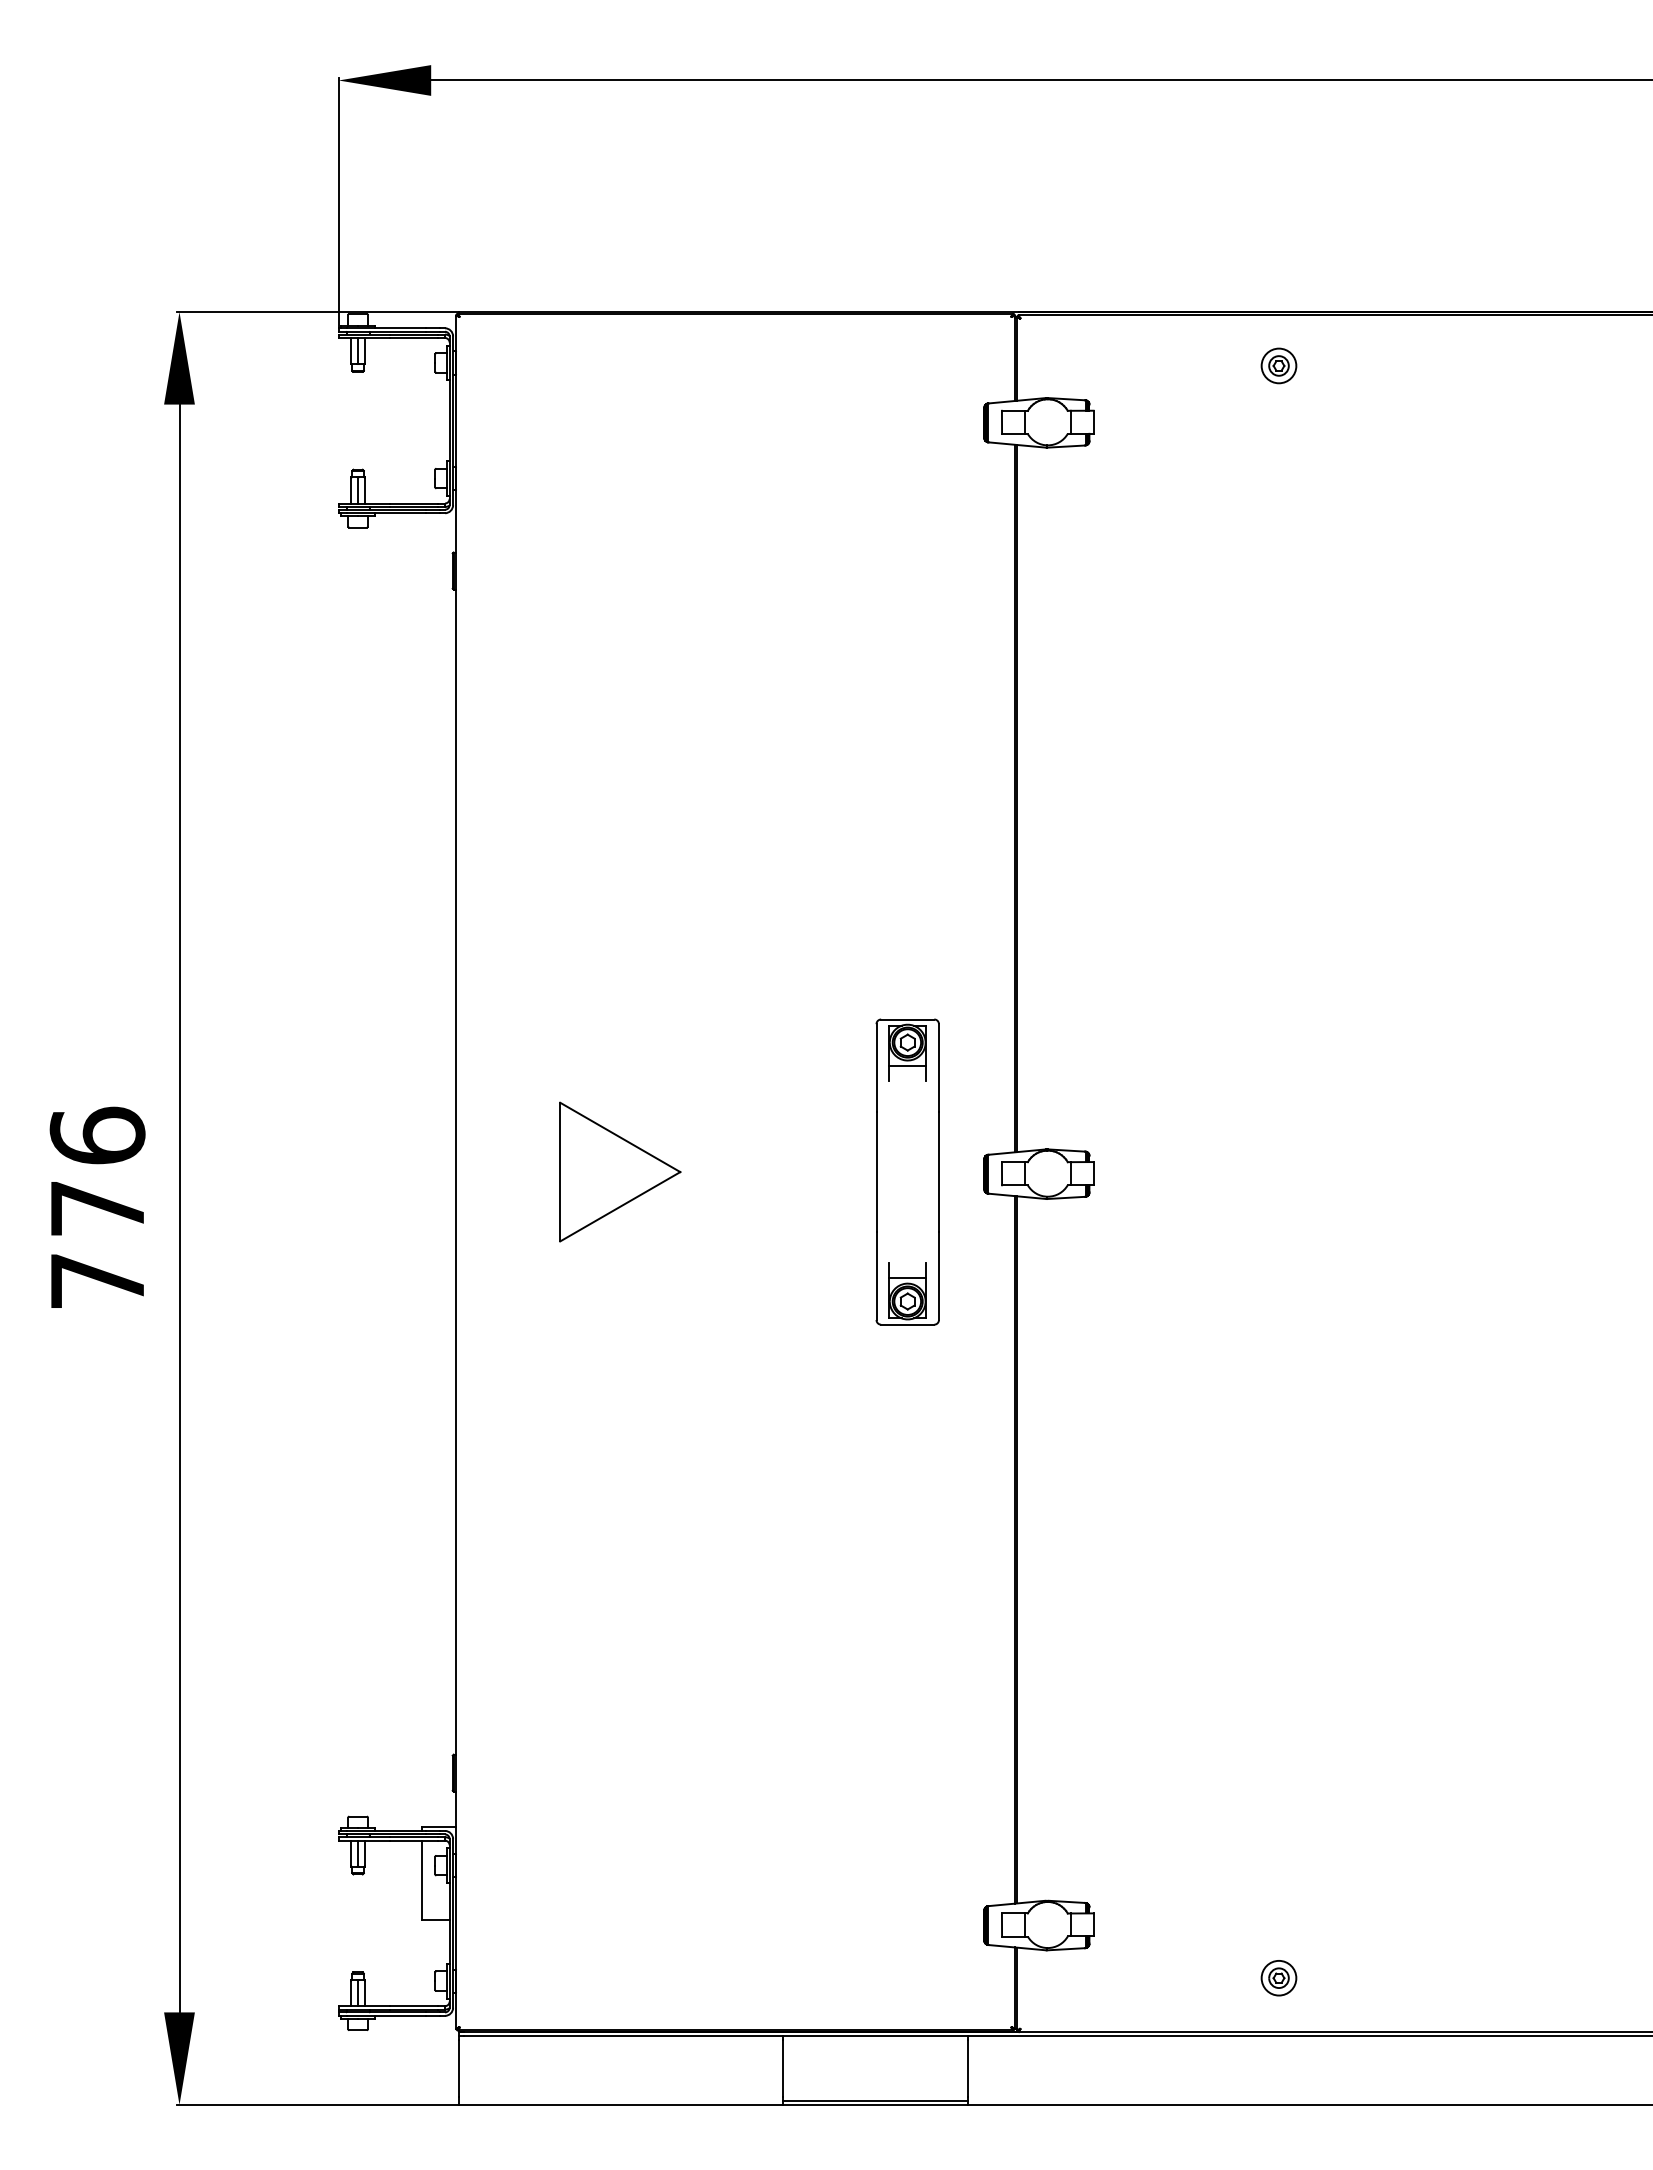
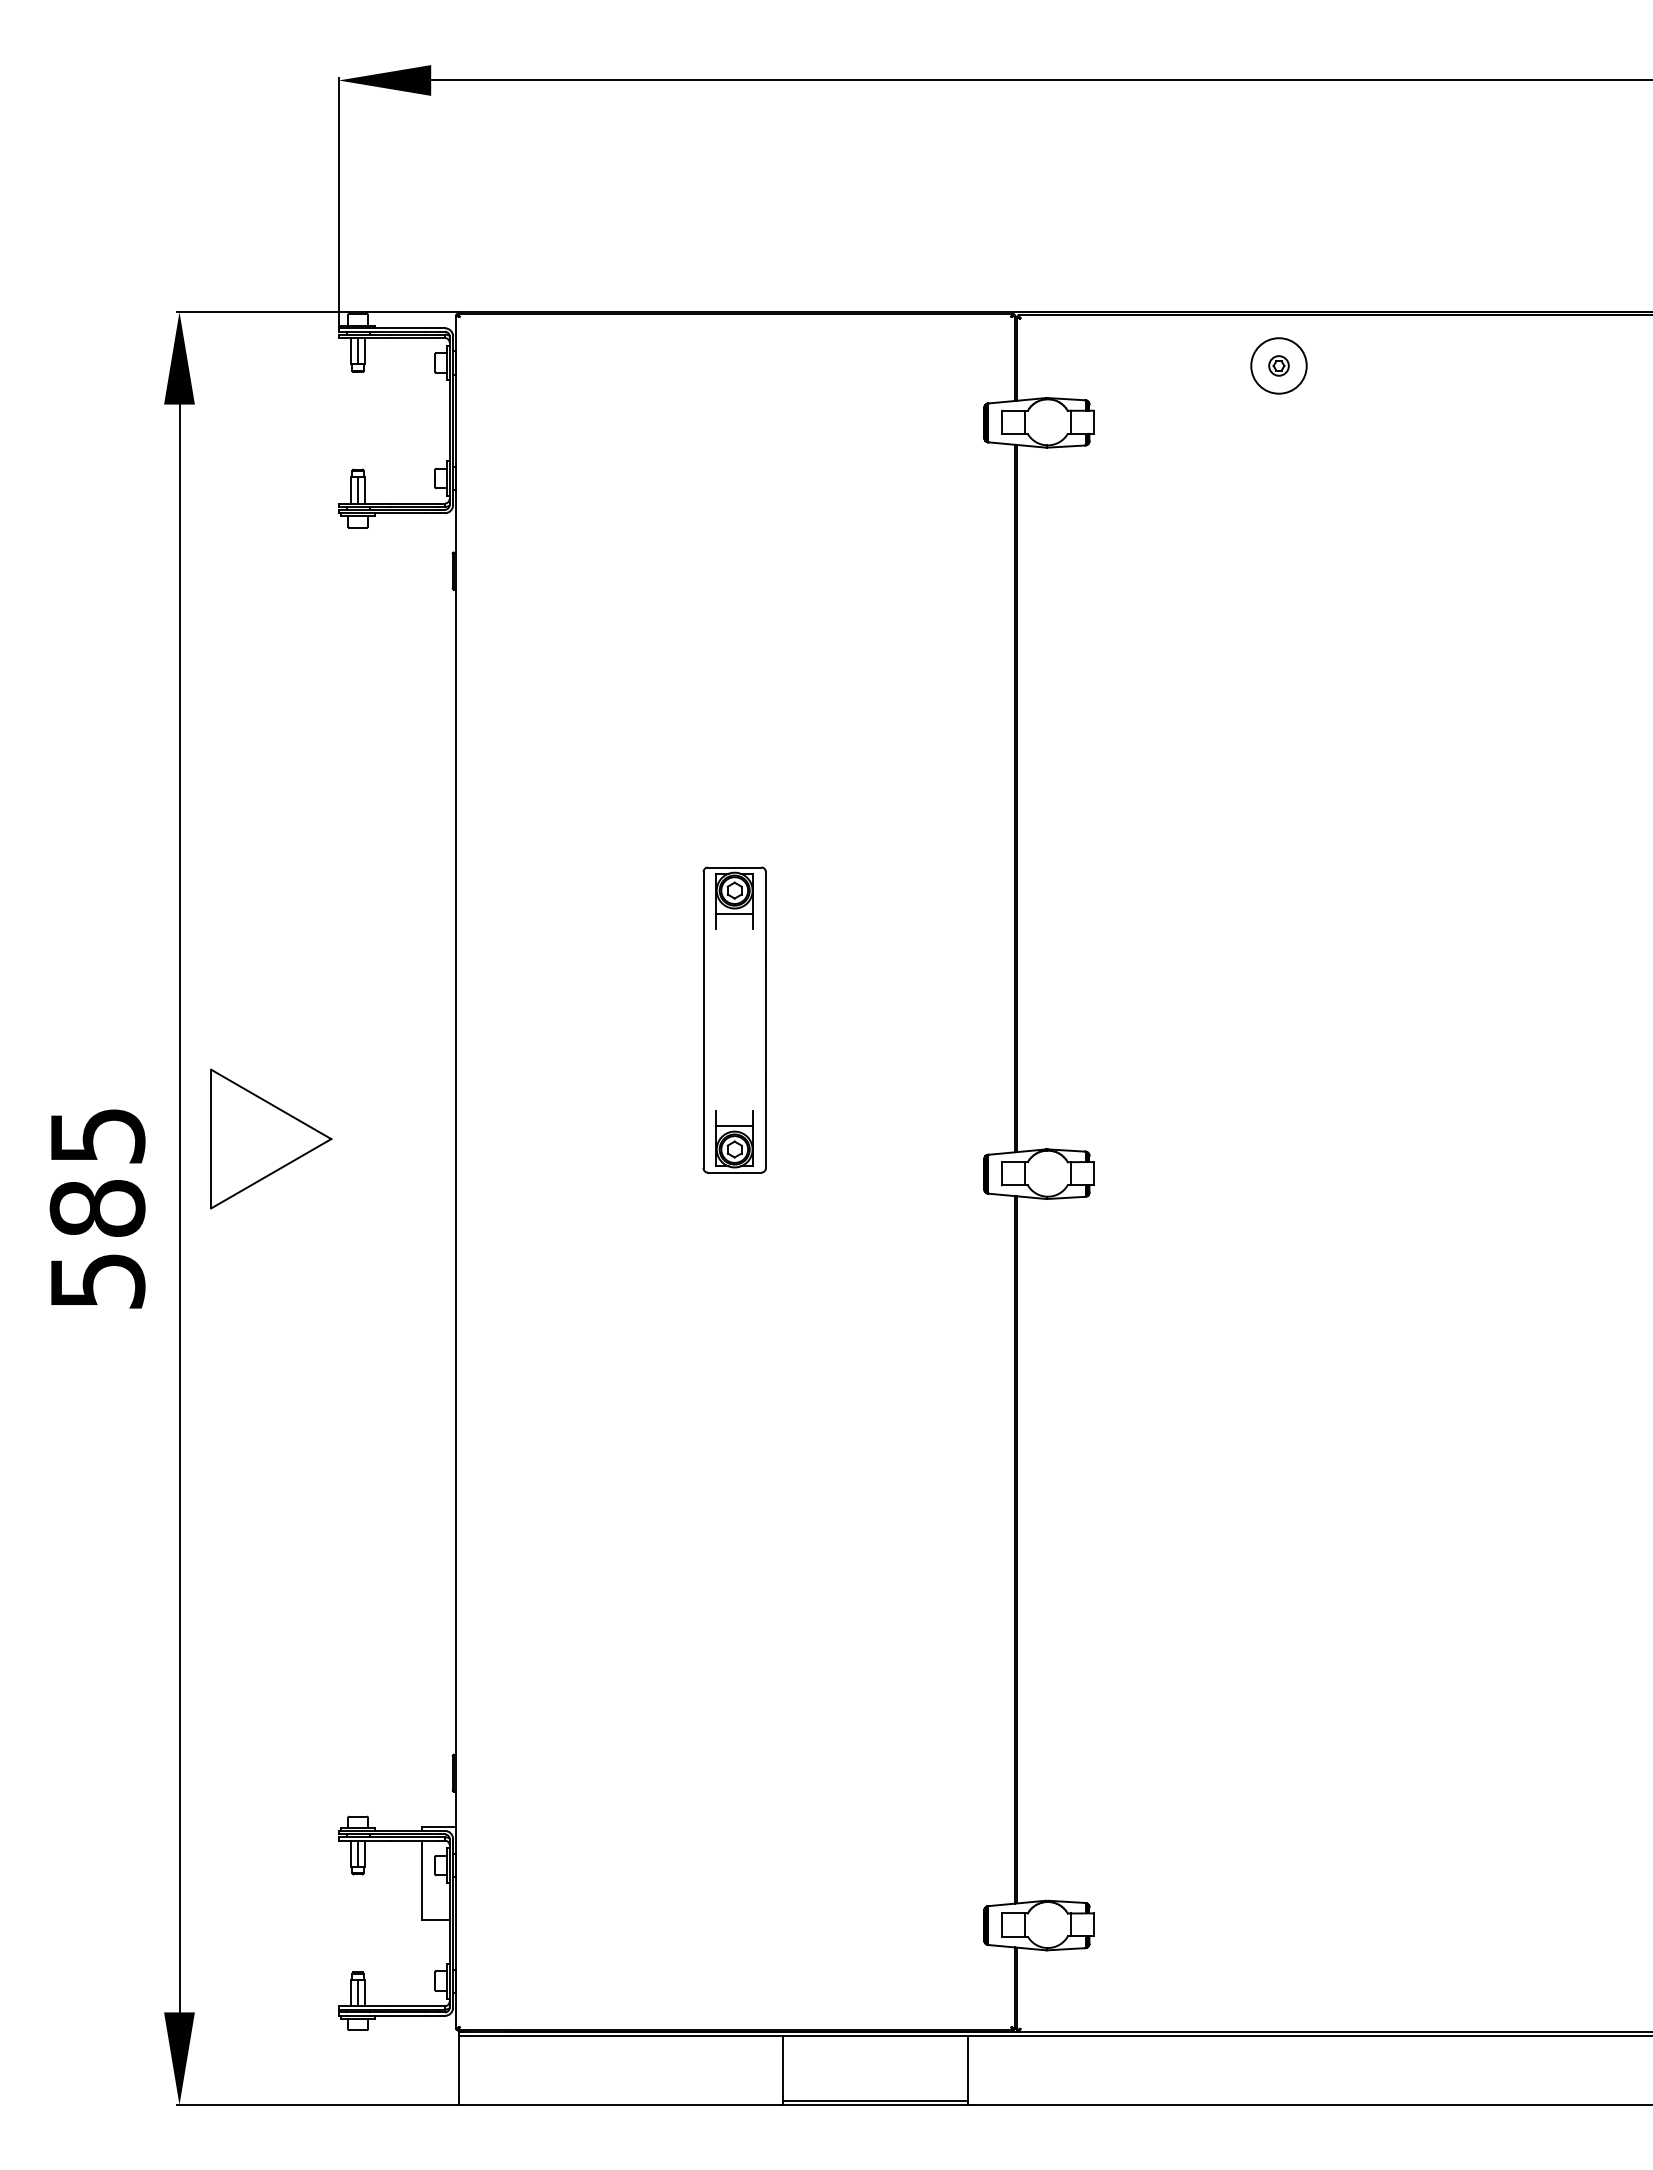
circle at (1278, 365) diameter: 35 px -> 55 px
part at (620, 1171) position: (620, 1171) -> (271, 1138)
part at (907, 1171) position: (907, 1171) -> (734, 1019)
text at (97, 1207): 776 -> 585
part at (1278, 1978): present -> none
